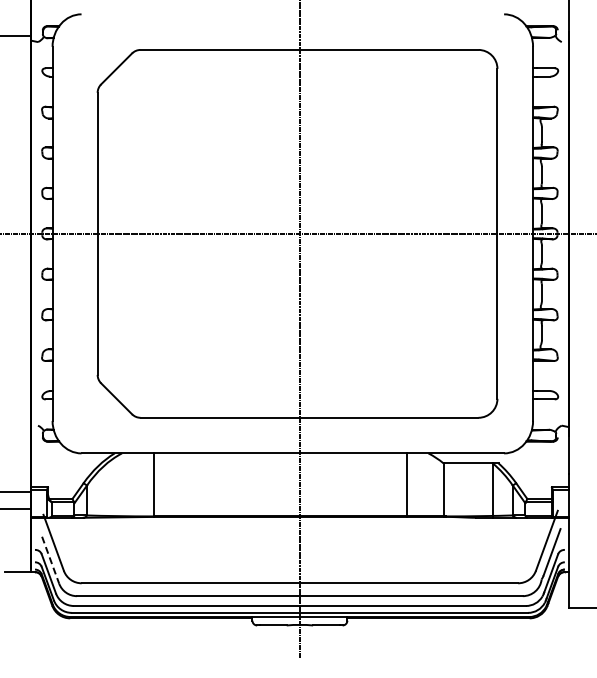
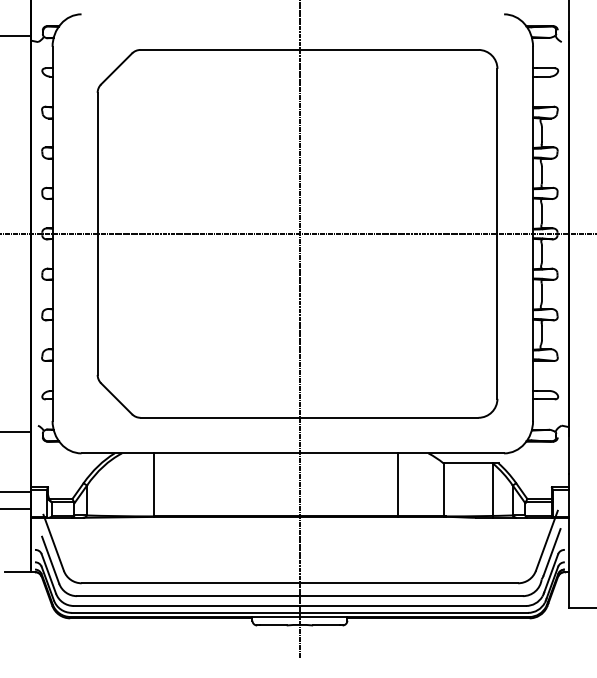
line at (16, 431): none -> present
line at (407, 484) position: (407, 484) -> (398, 484)
line at (50, 560): dashed -> solid
